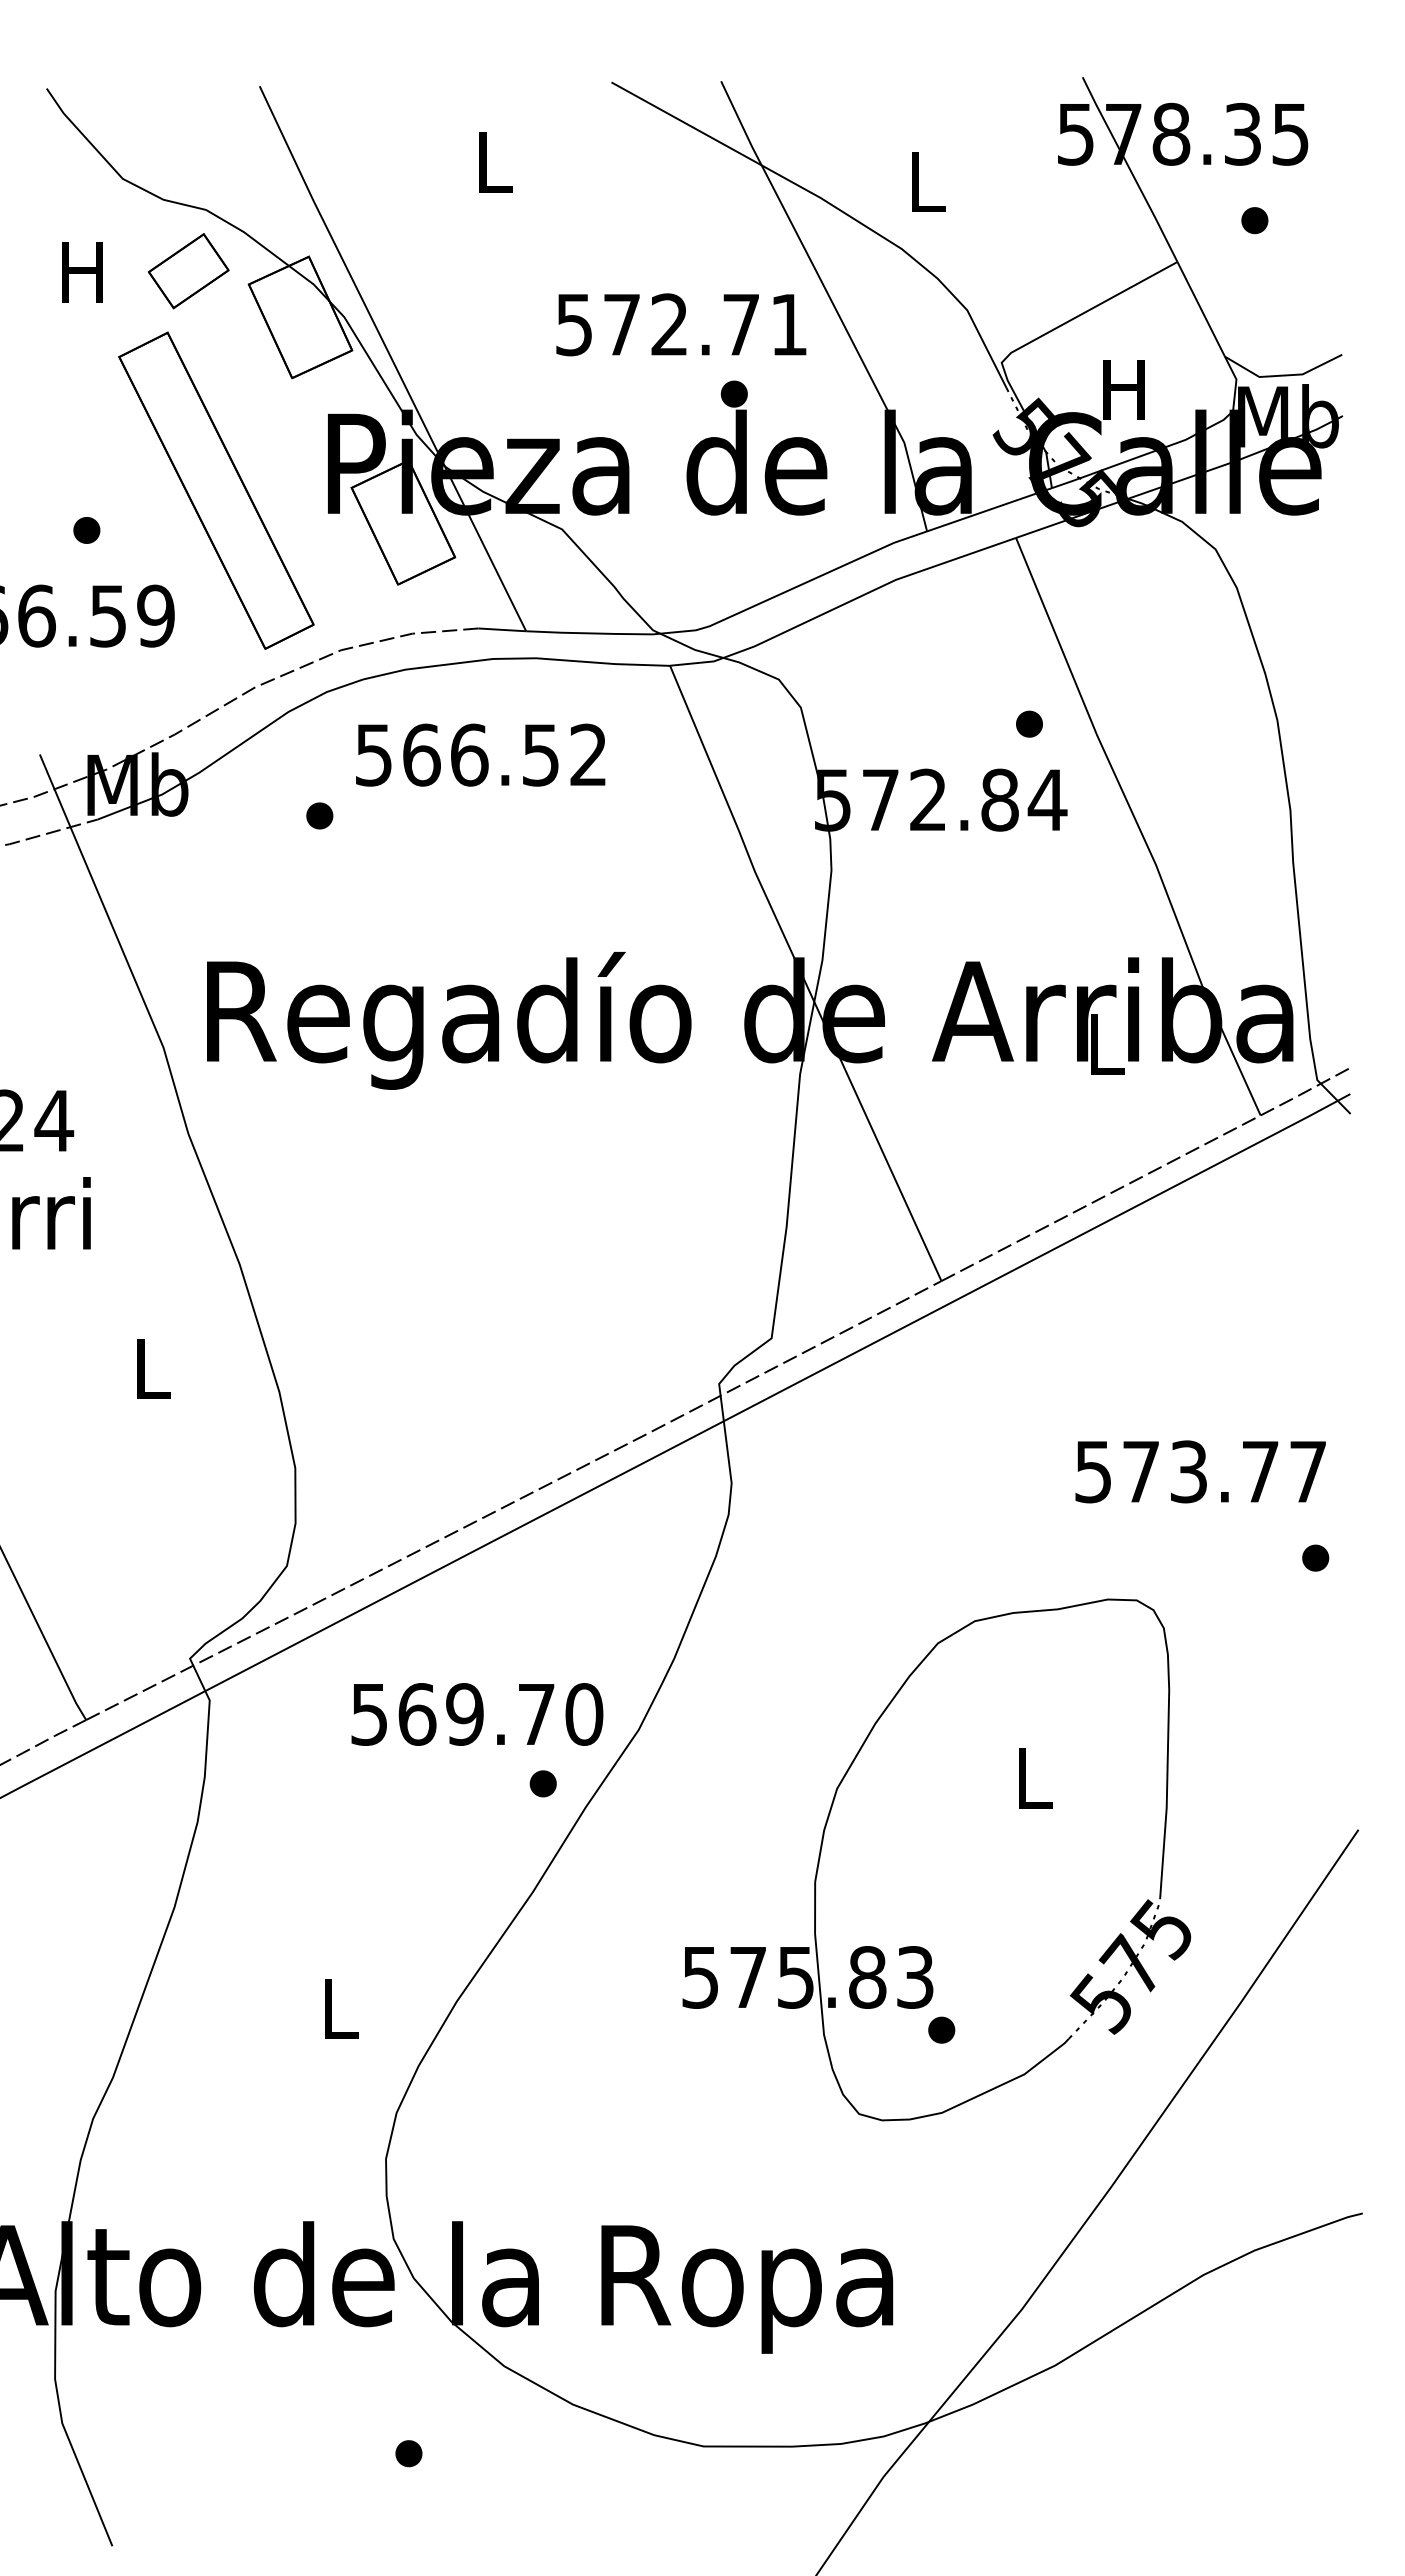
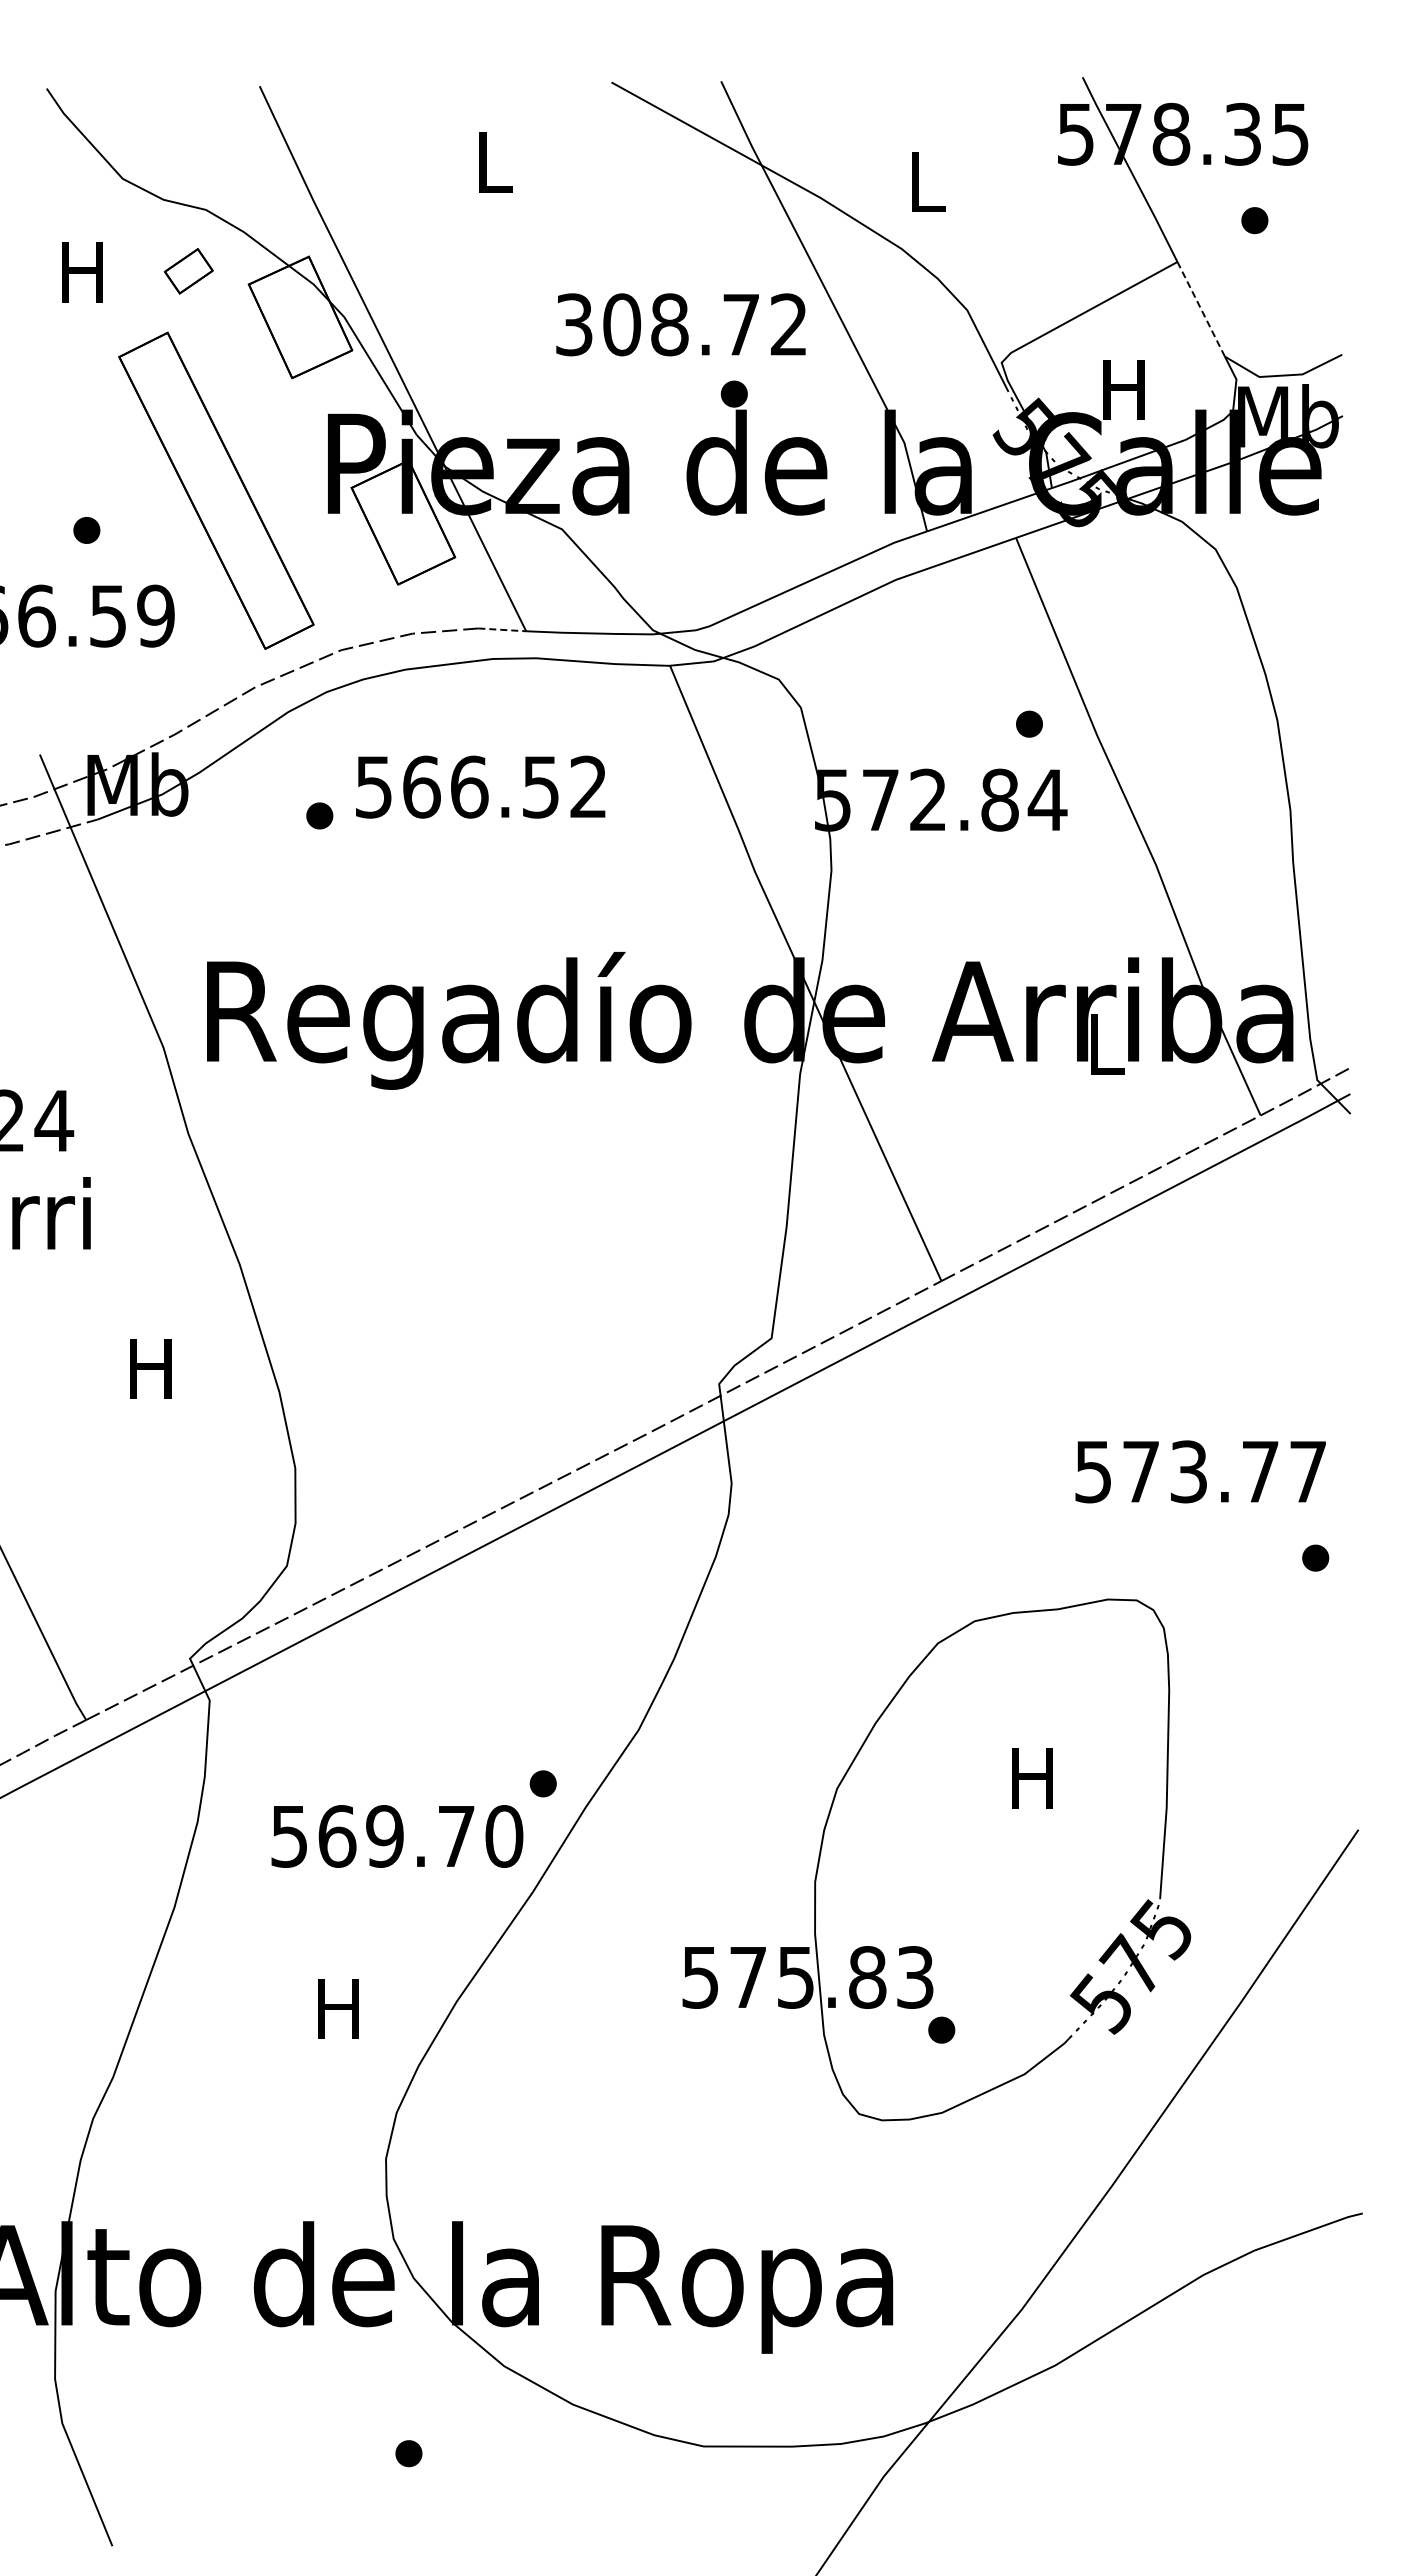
part at (188, 271) size: 82x77 px -> 51x47 px
line at (1201, 309): solid -> dashed
text at (681, 324): 572.71 -> 308.72
line at (502, 629): solid -> dashed
text at (480, 754) position: (480, 754) -> (480, 786)
text at (150, 1368): L -> H
text at (477, 1714) position: (477, 1714) -> (397, 1836)
text at (1032, 1778): L -> H
text at (338, 2008): L -> H
